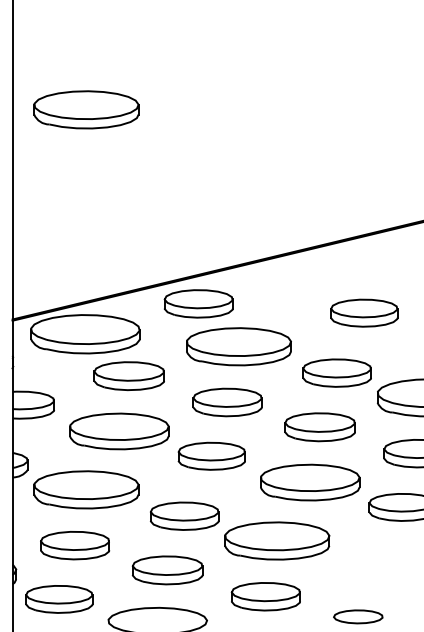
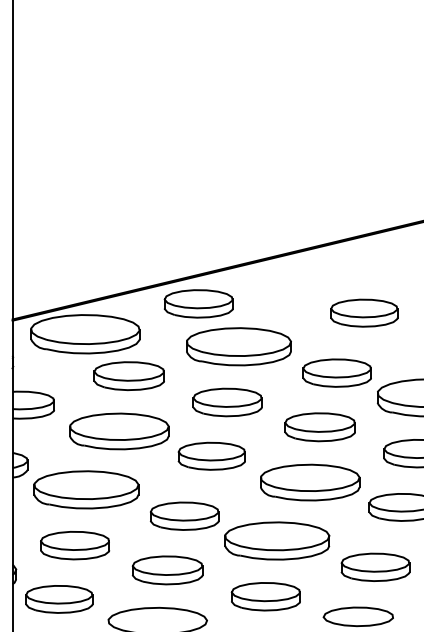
part at (86, 109): present -> none
part at (375, 566): none -> present
part at (358, 616) size: 51x16 px -> 72x22 px
